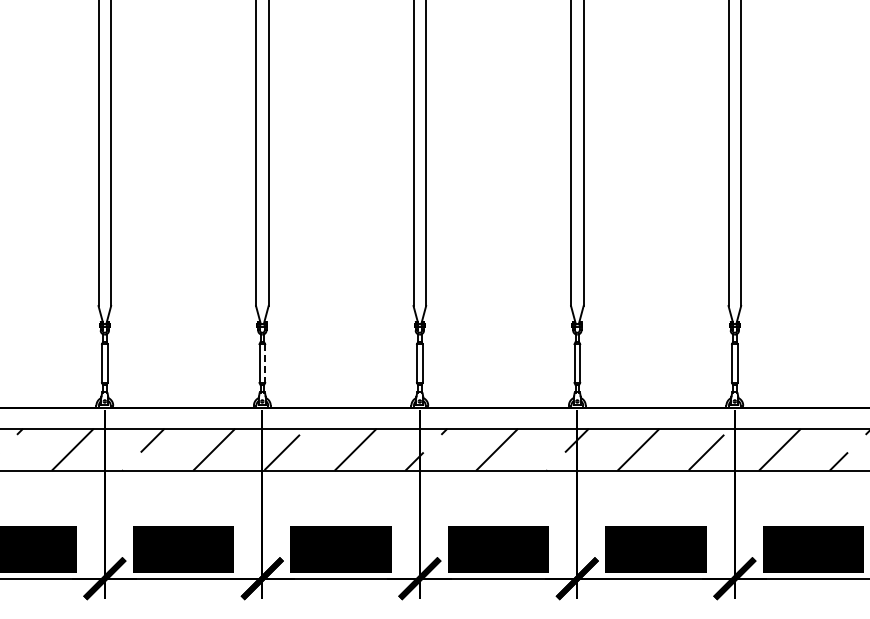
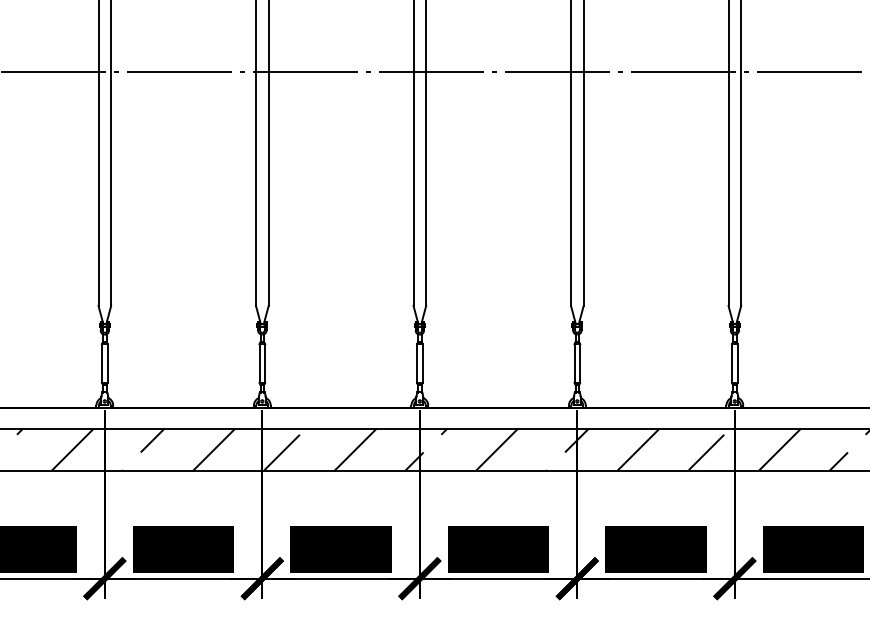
line at (434, 71): none -> present
line at (265, 364): dashed -> solid
